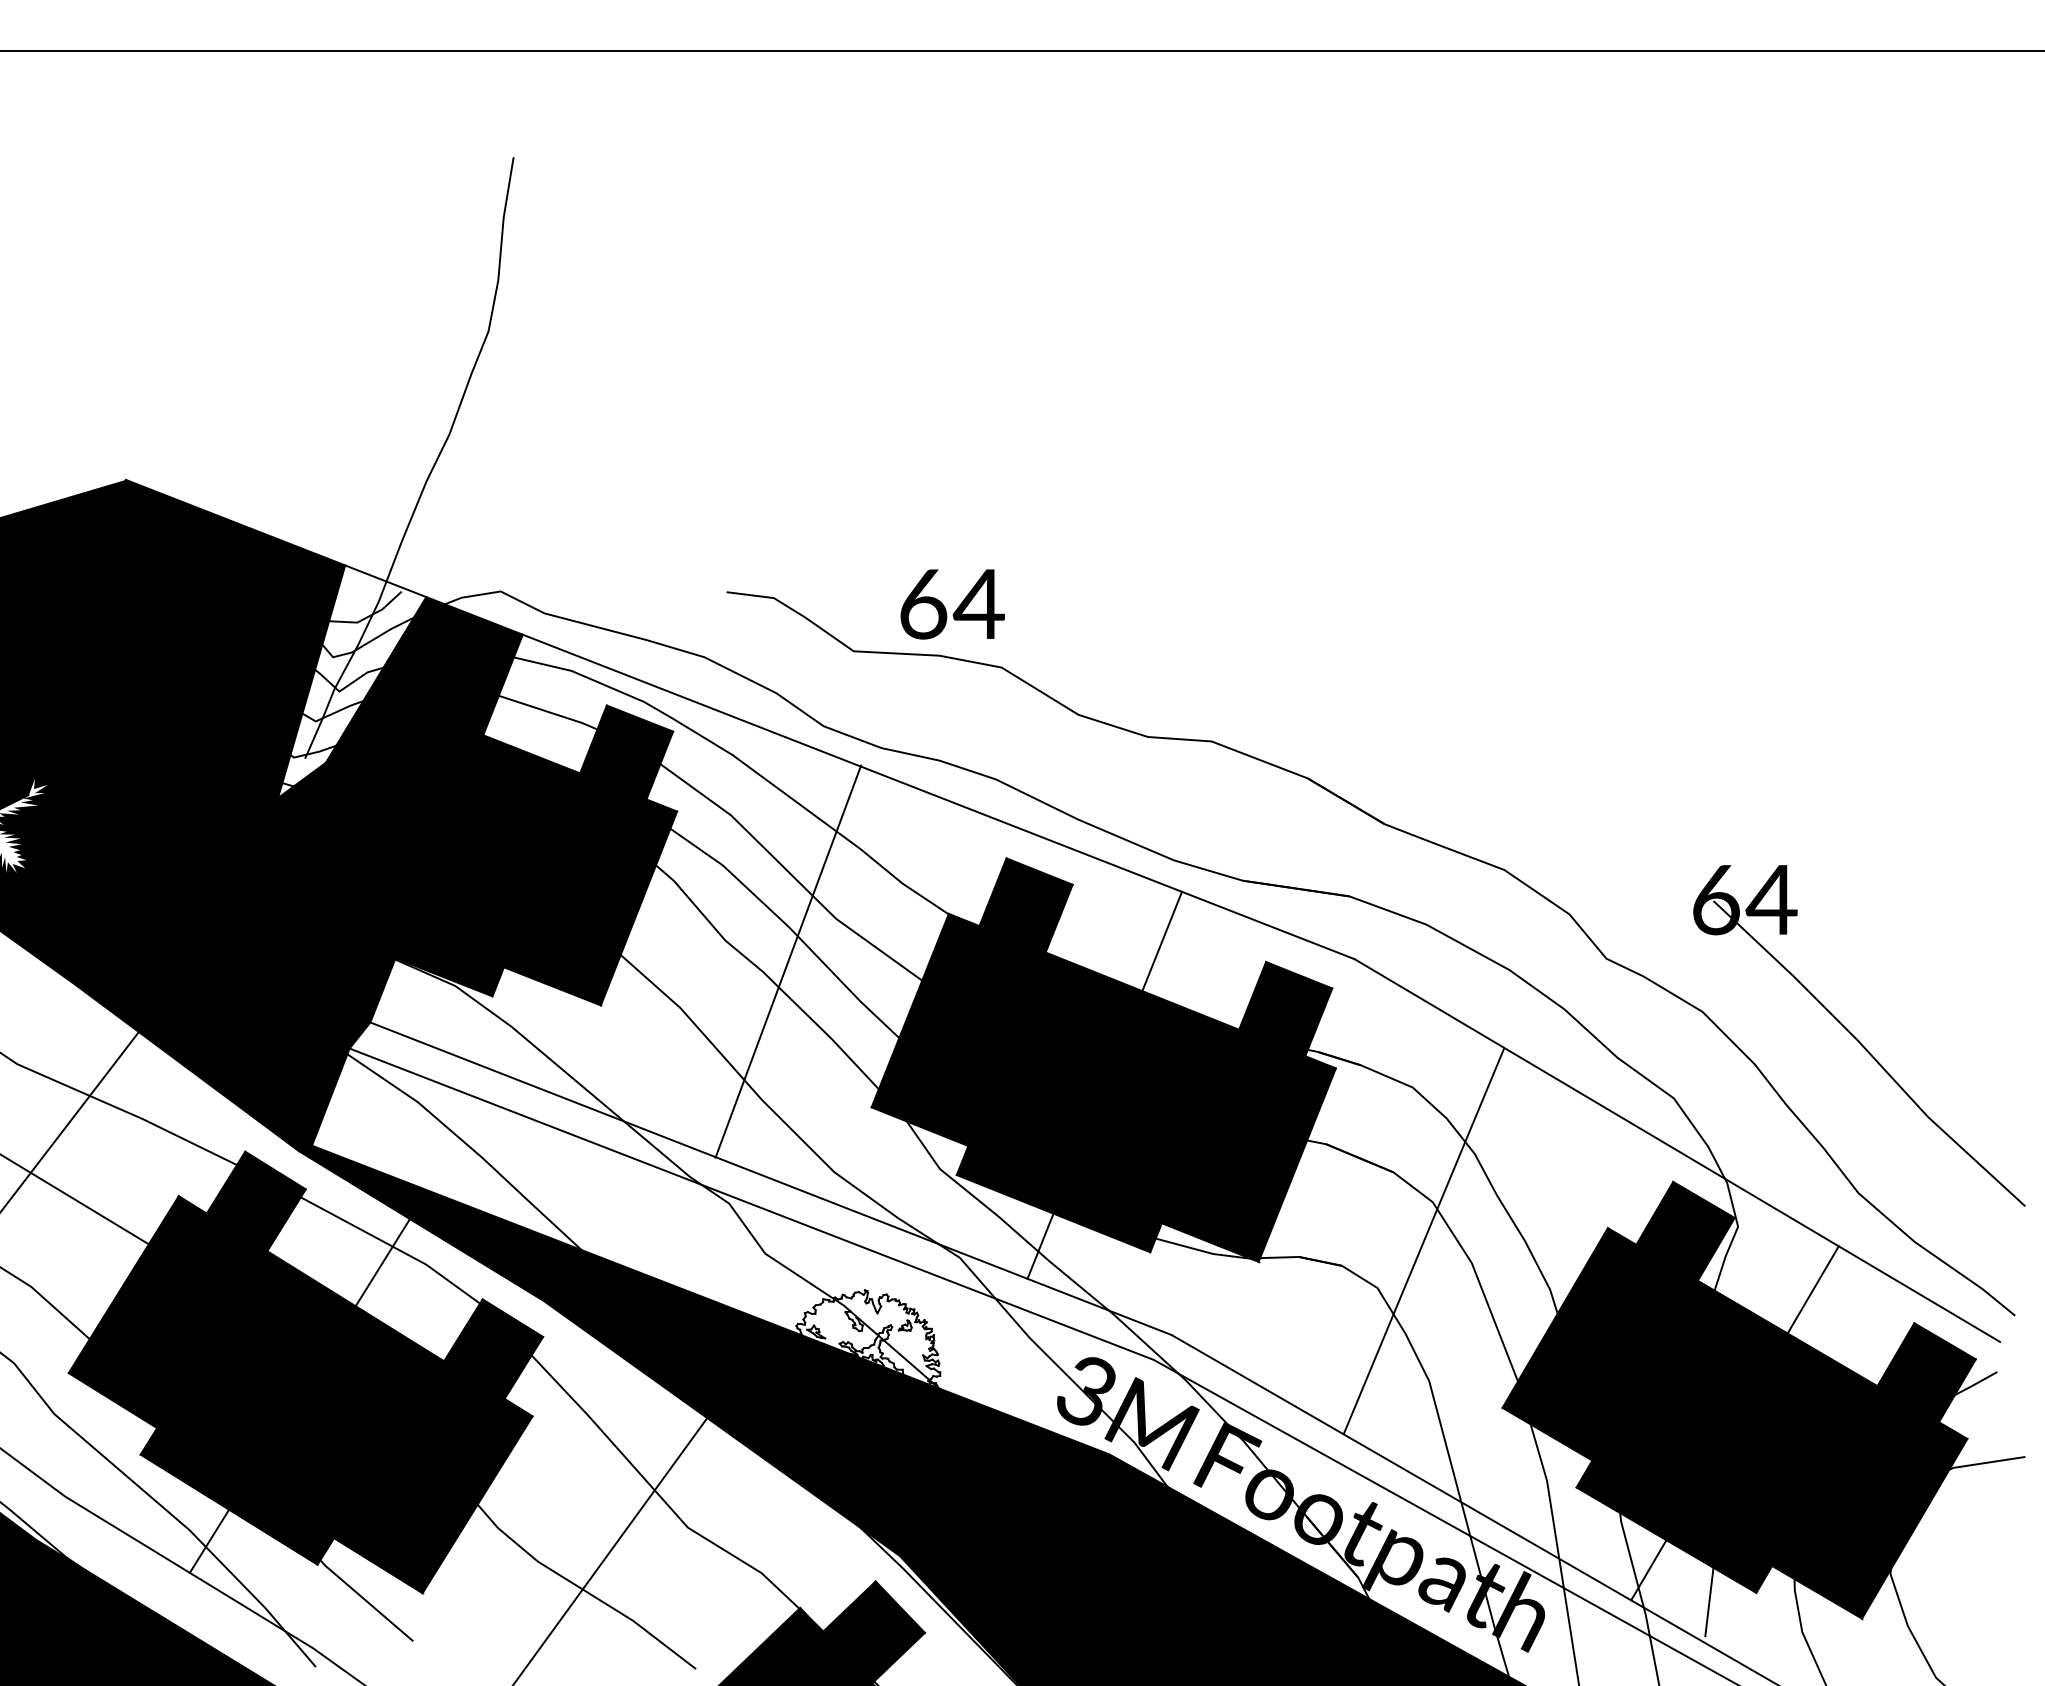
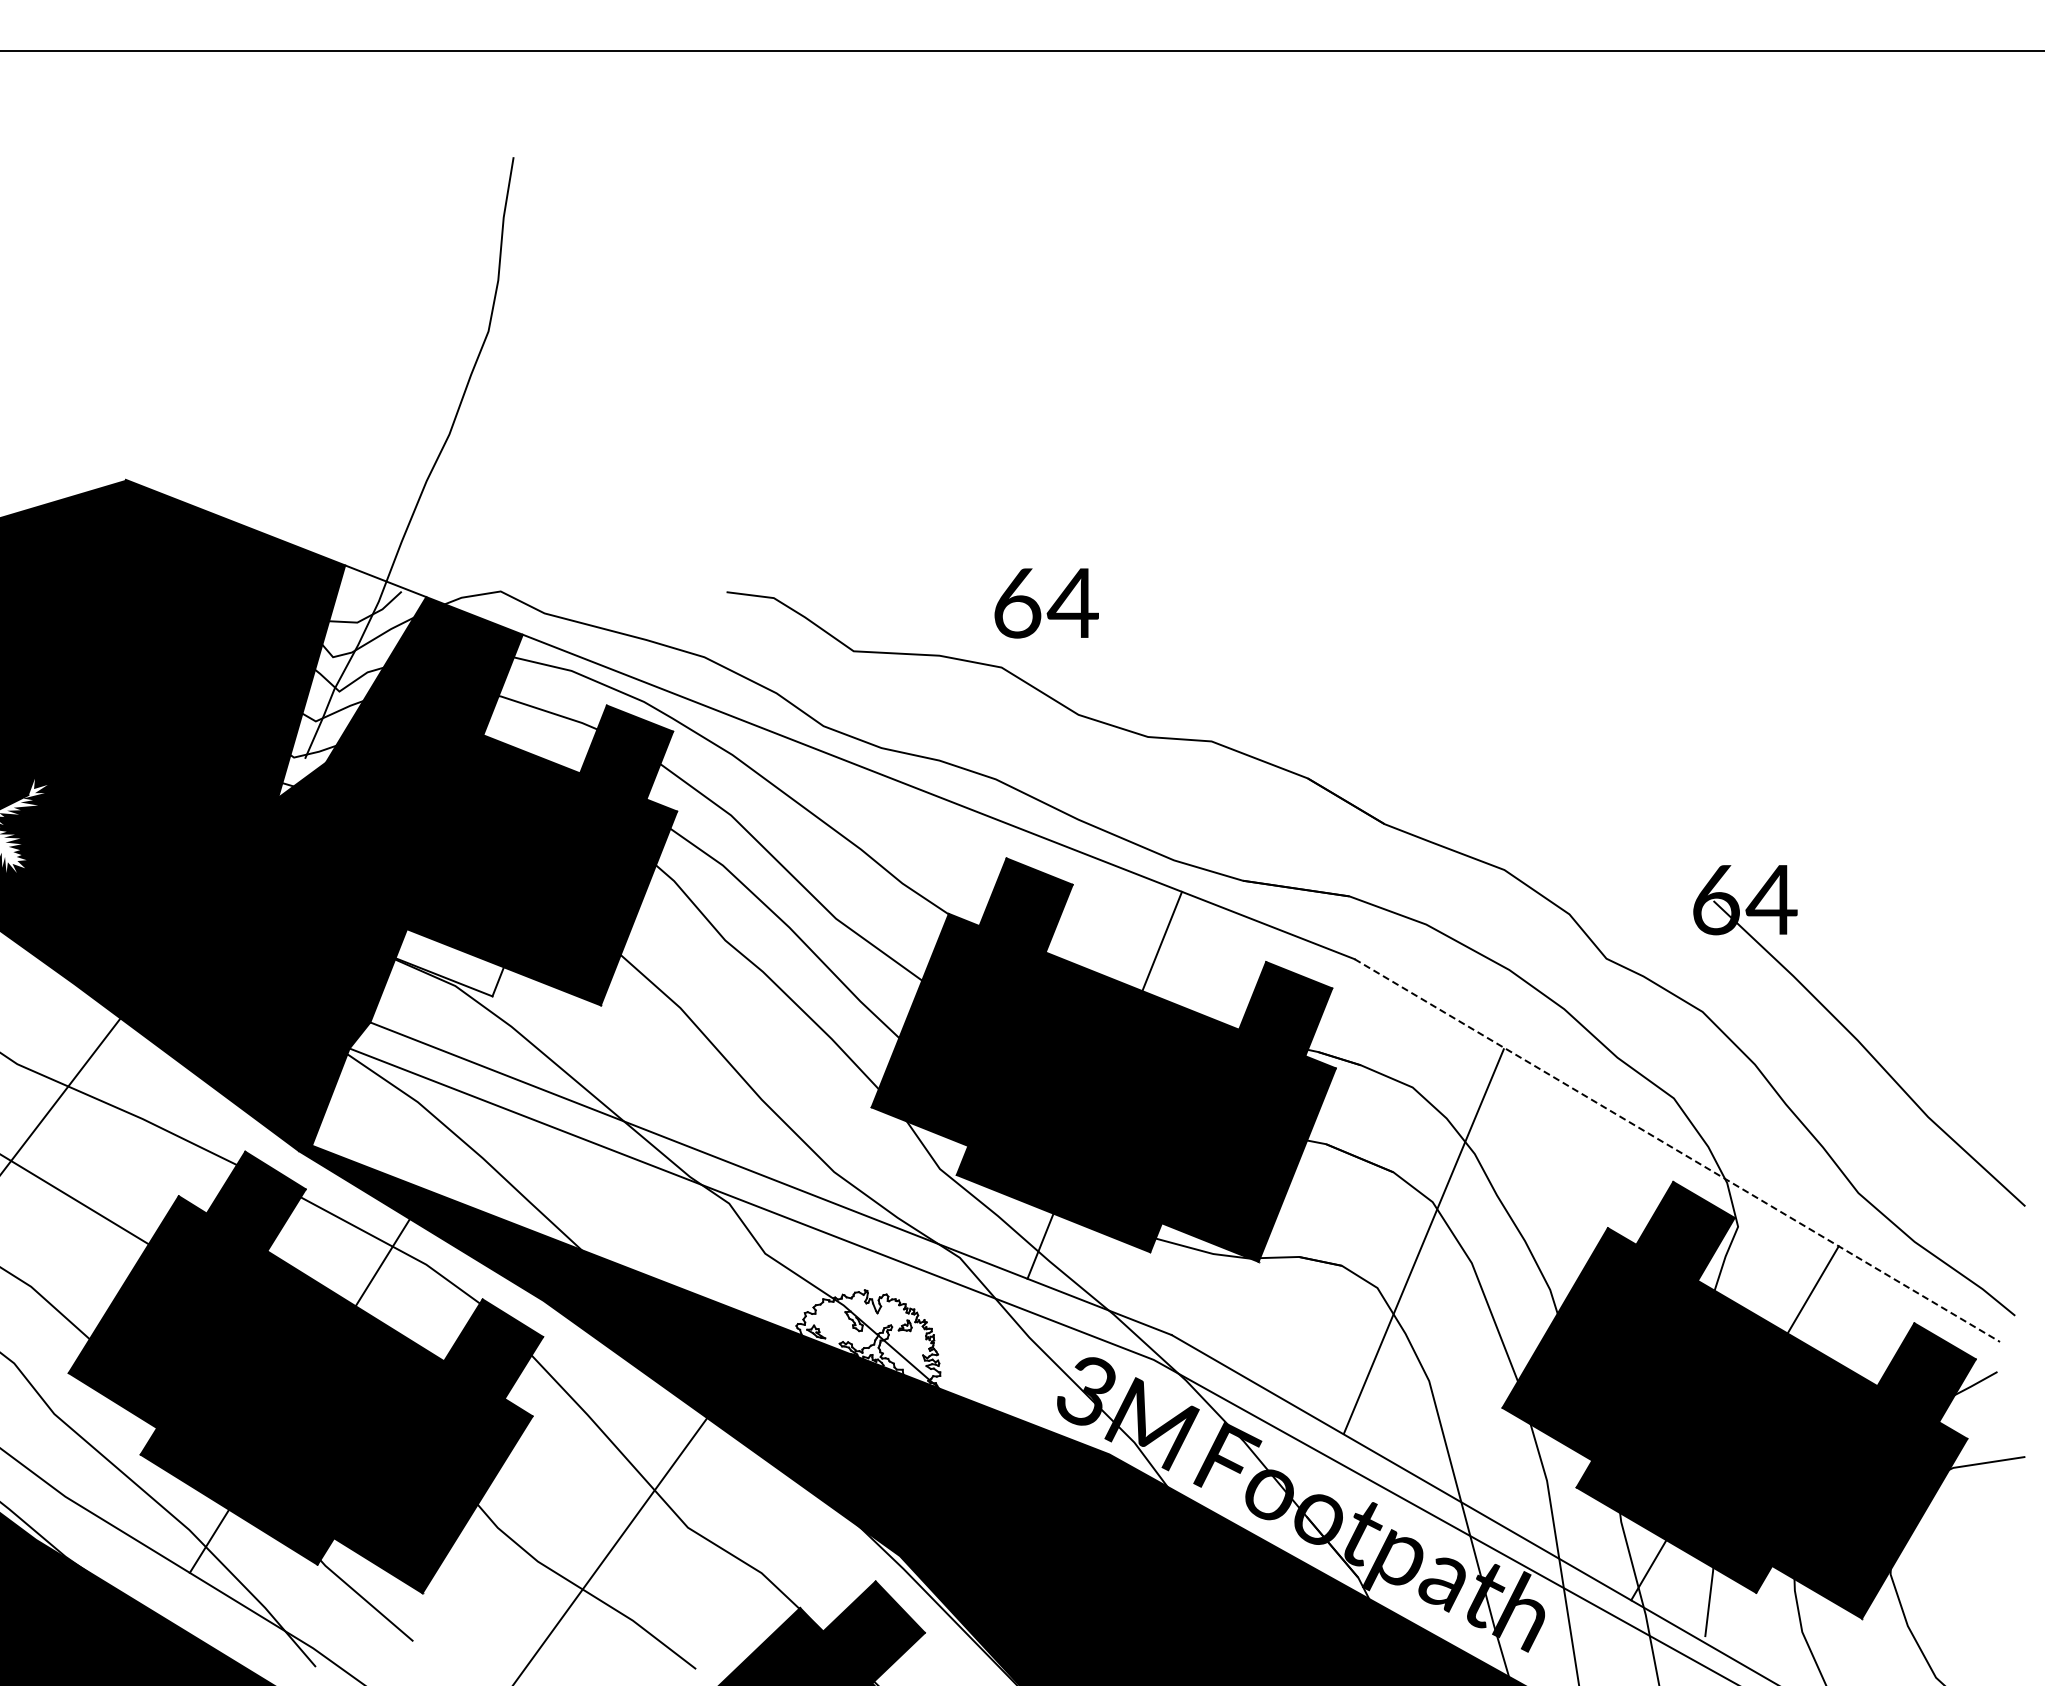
text at (952, 604) position: (952, 604) -> (1046, 603)
line at (788, 961): present -> none
fill at (449, 962): present -> none
line at (70, 1121) position: (70, 1121) -> (61, 1095)
line at (1677, 1150): solid -> dashed
